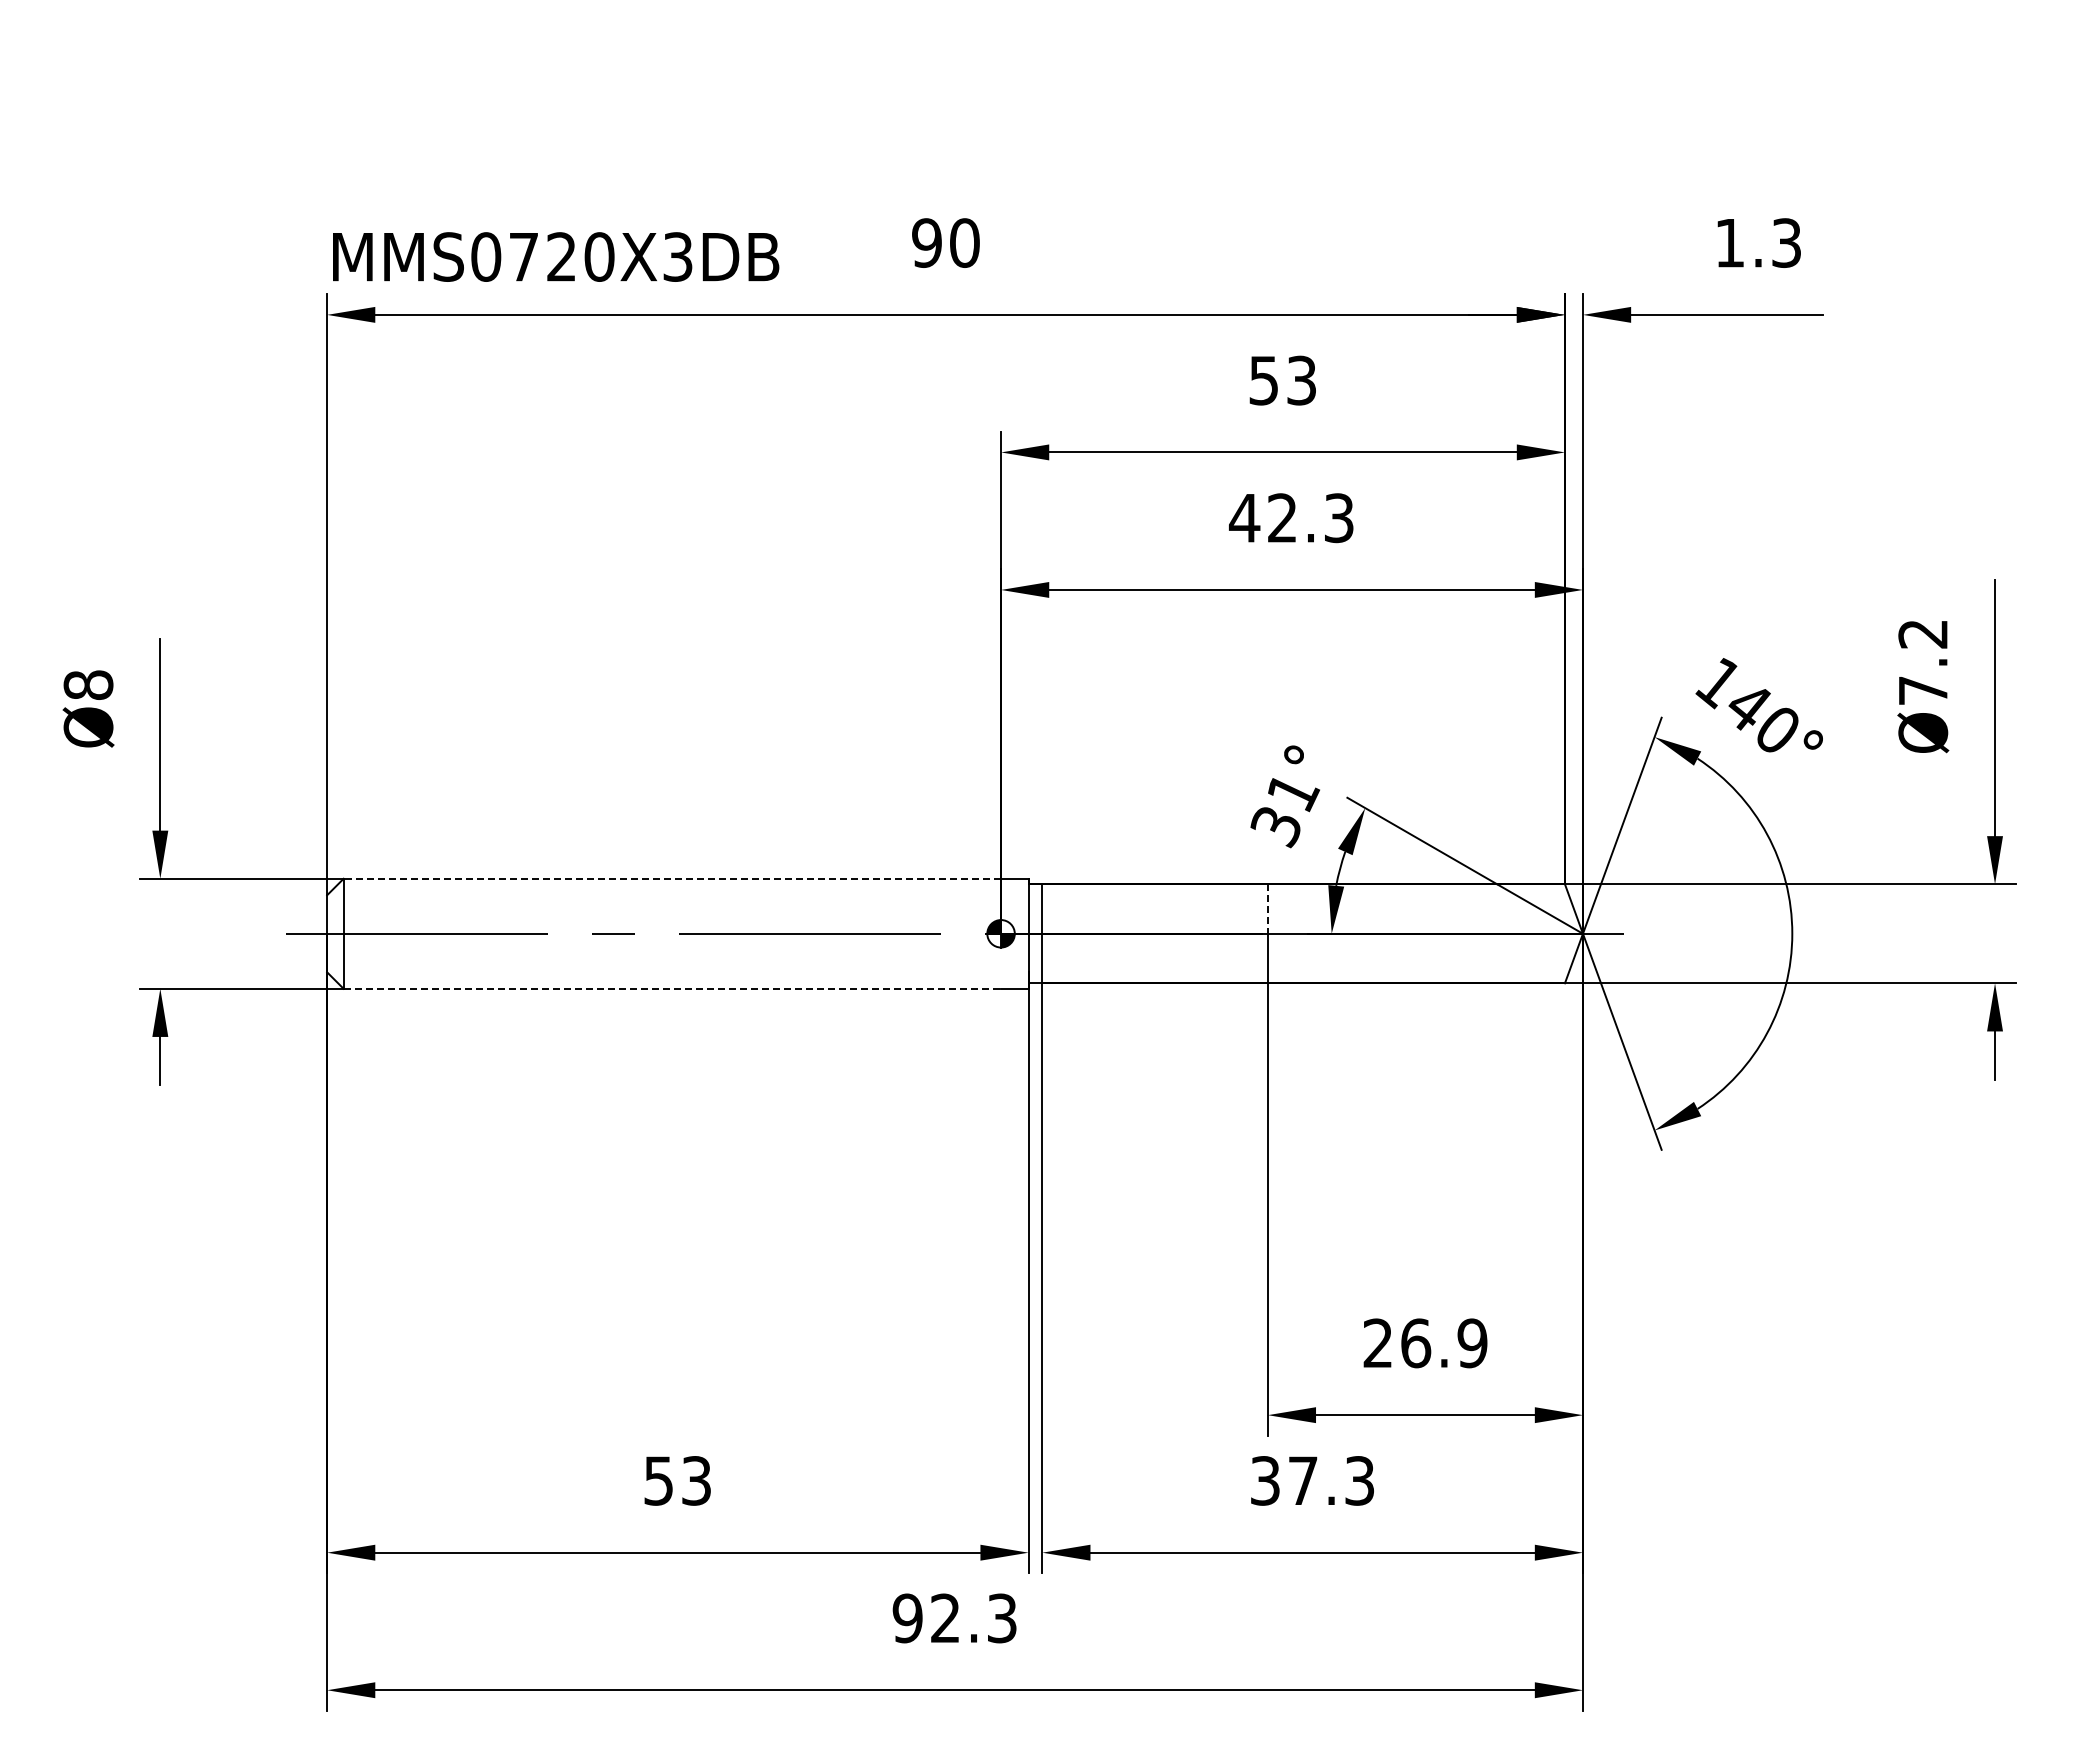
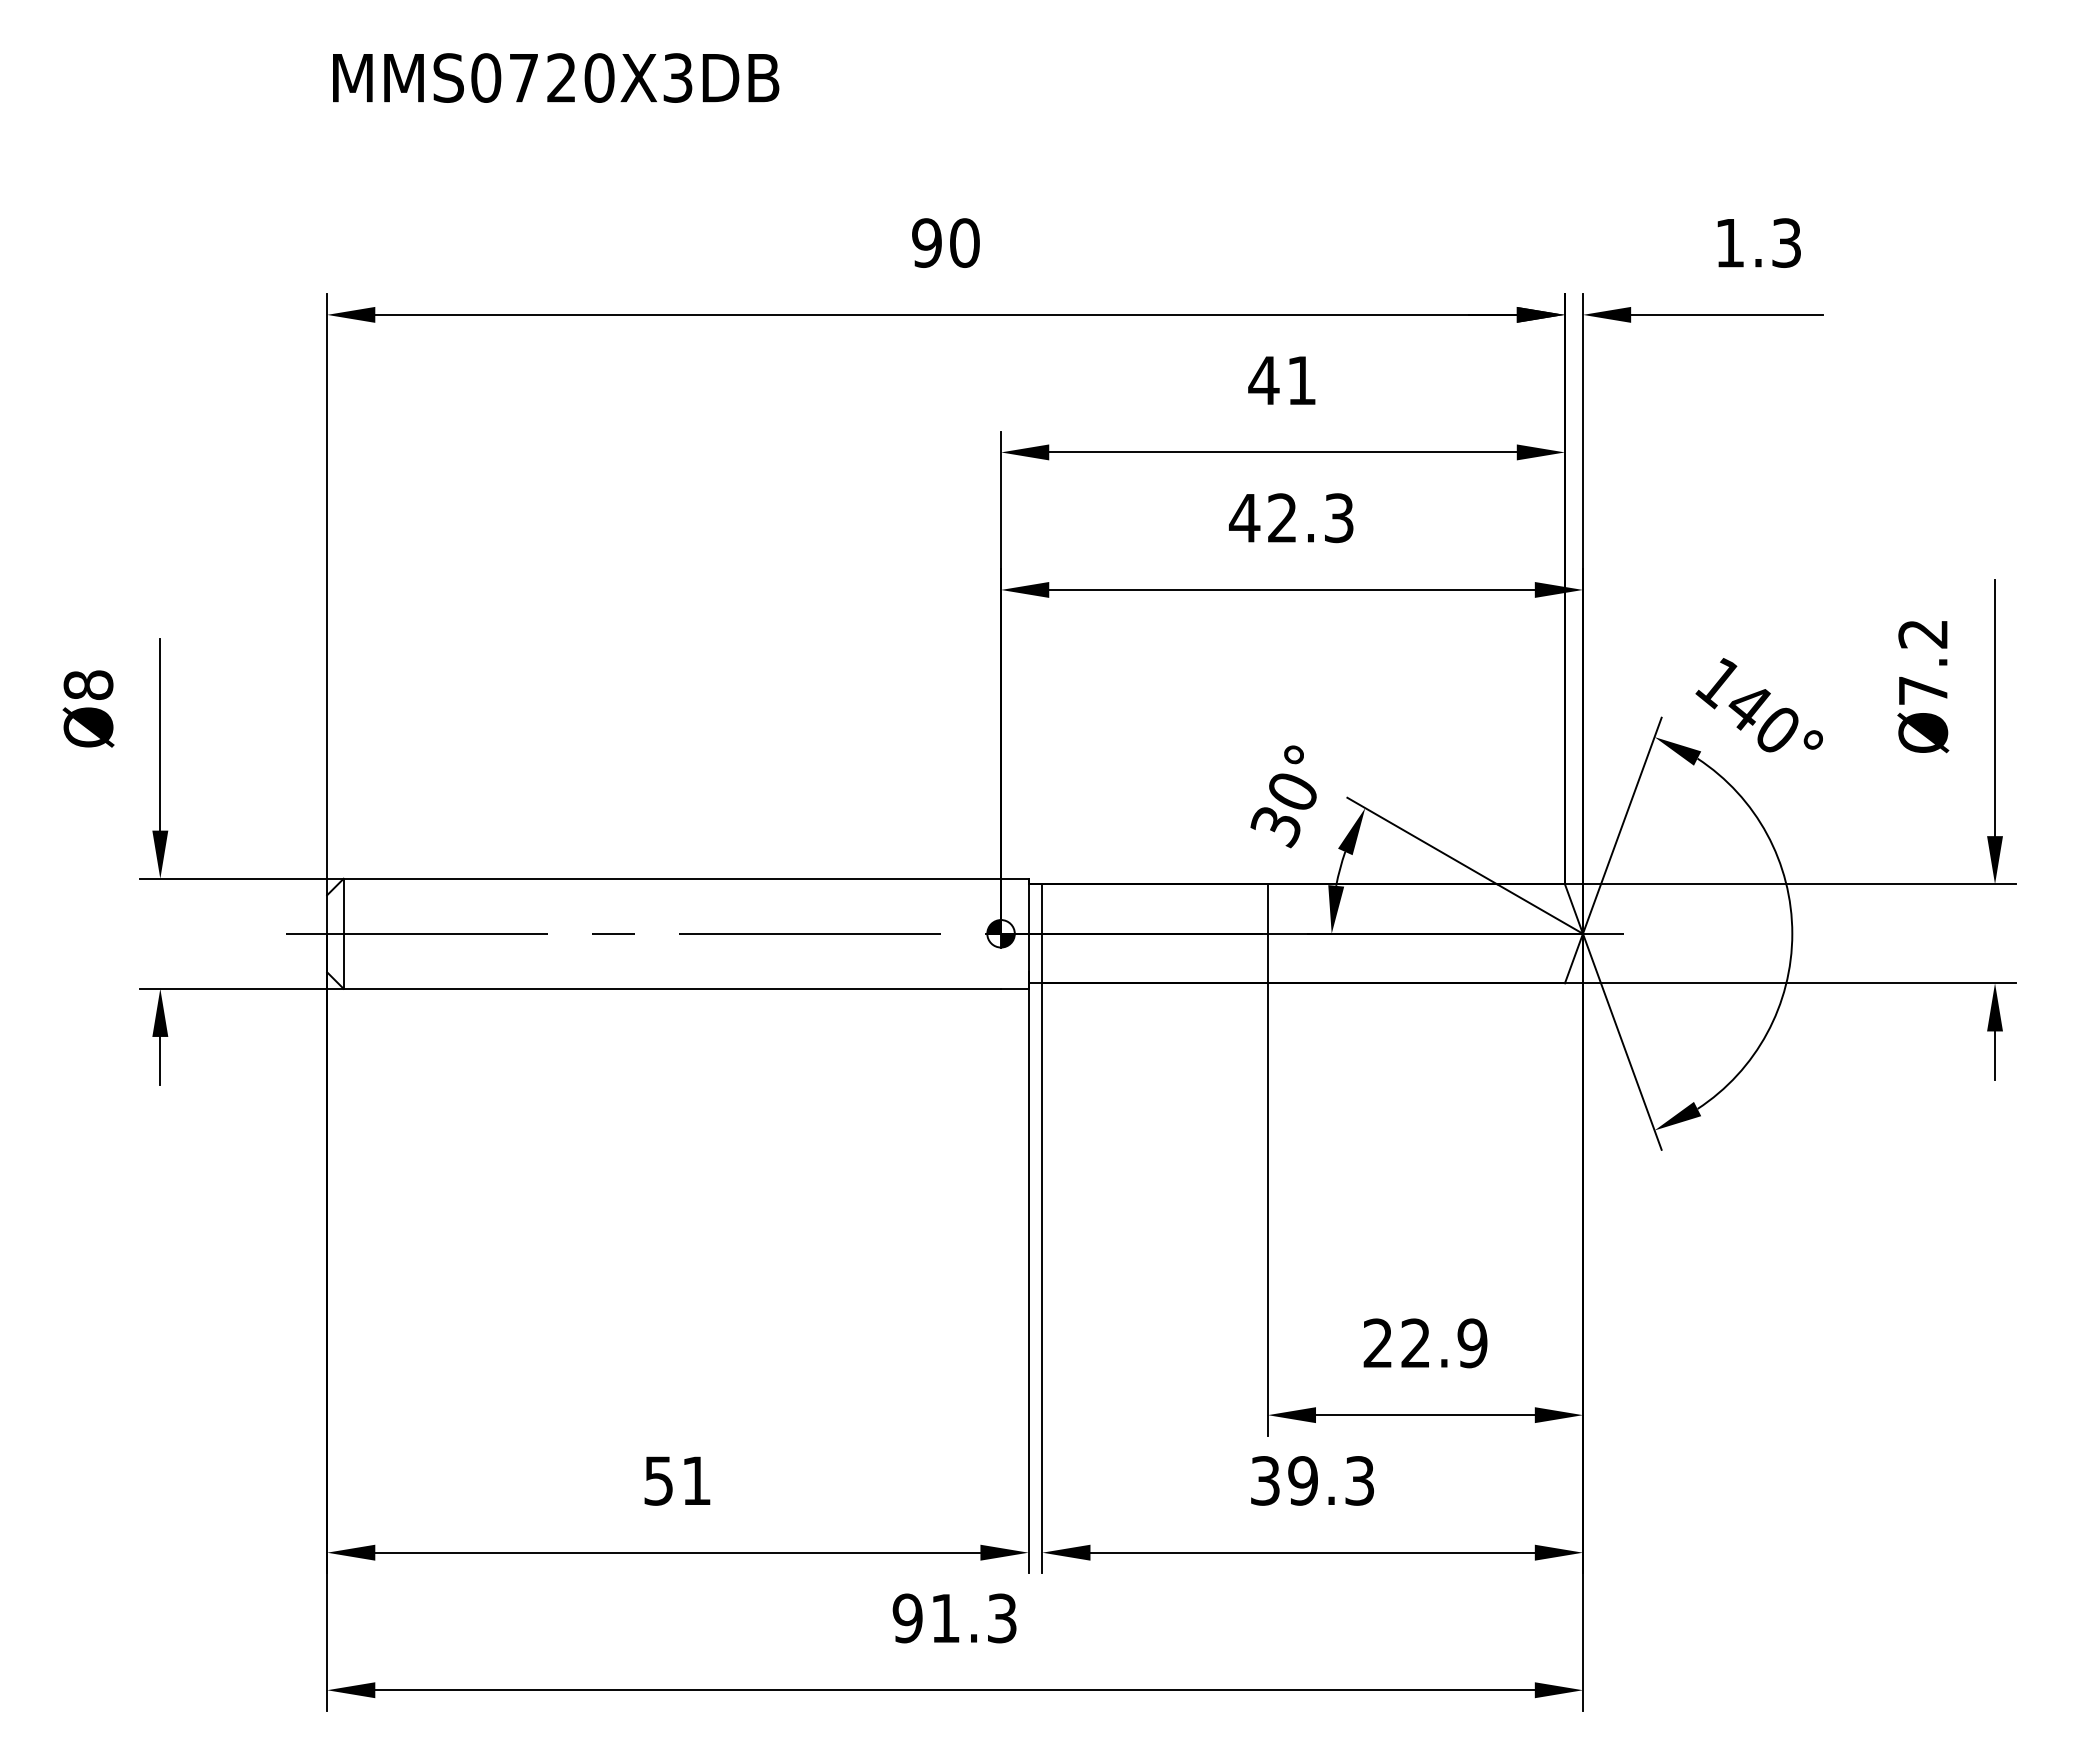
text at (556, 256) position: (556, 256) -> (556, 77)
text at (1281, 380): 53 -> 41
text at (1294, 792): 31° -> 30°
line at (672, 878): dashed -> solid
line at (1267, 909): dashed -> solid
line at (672, 988): dashed -> solid
text at (1416, 1343): 26.9 -> 22.9
text at (696, 1480): 53 -> 51
text at (1302, 1480): 37.3 -> 39.3
text at (945, 1617): 92.3 -> 91.3
